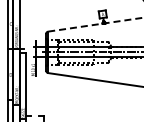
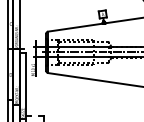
line at (96, 24): dashed -> solid
